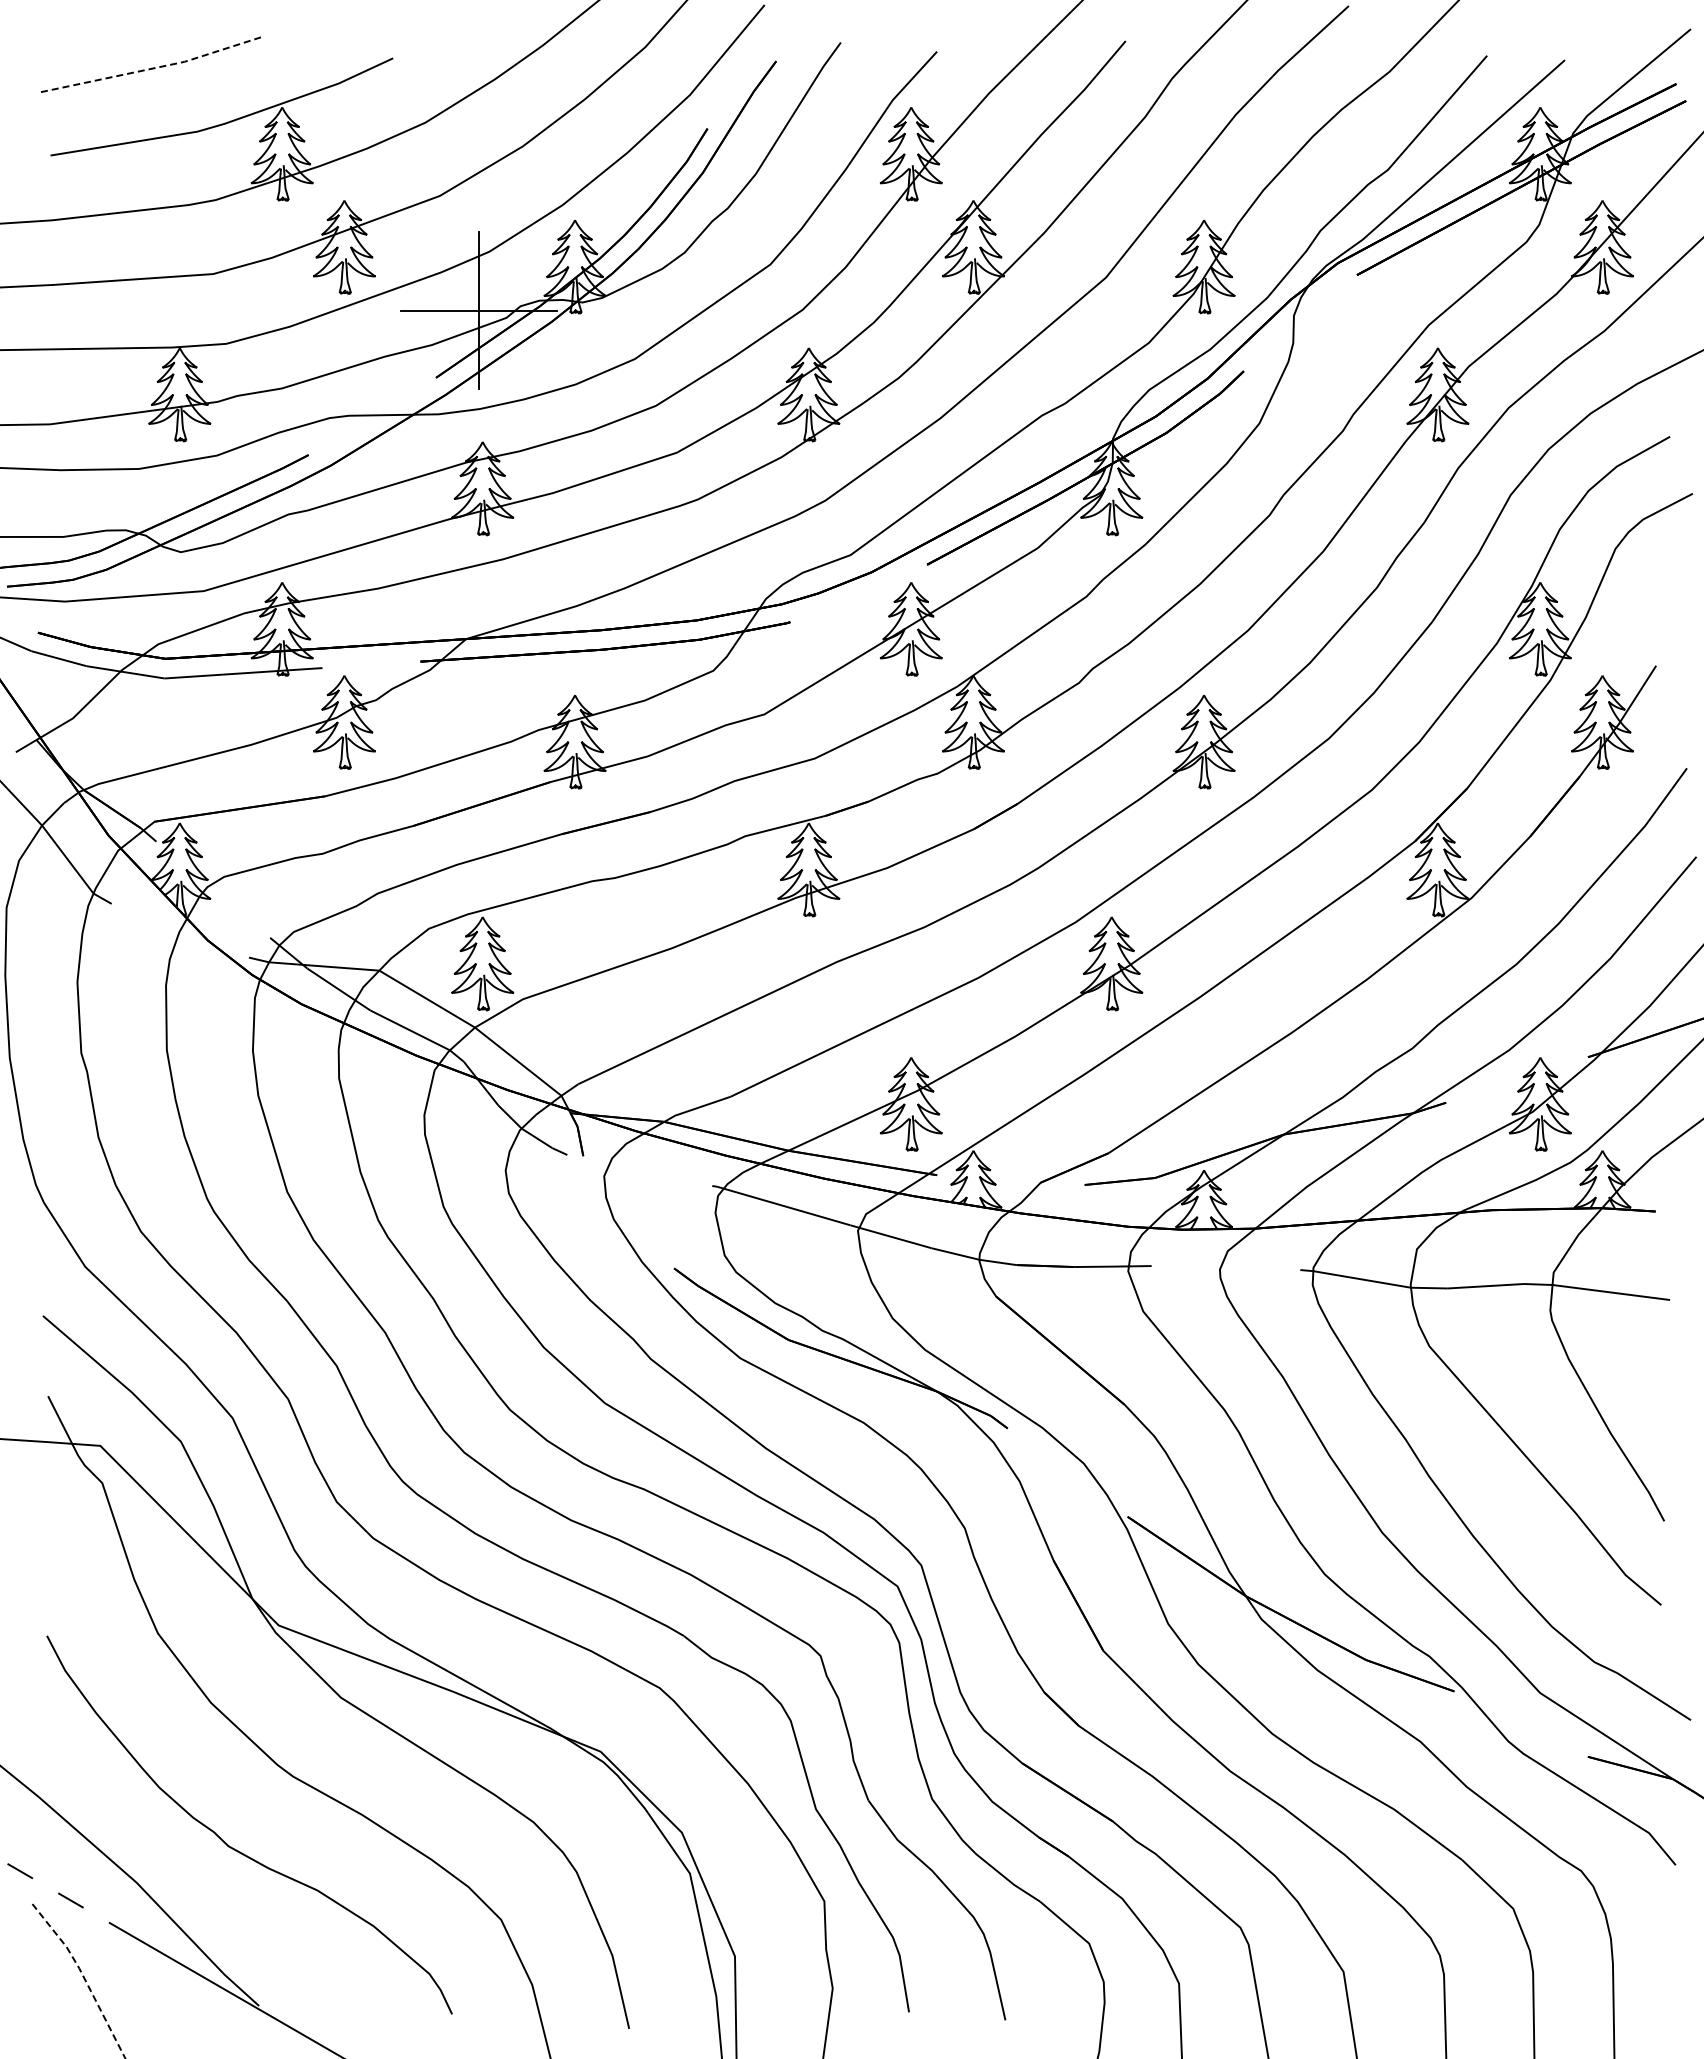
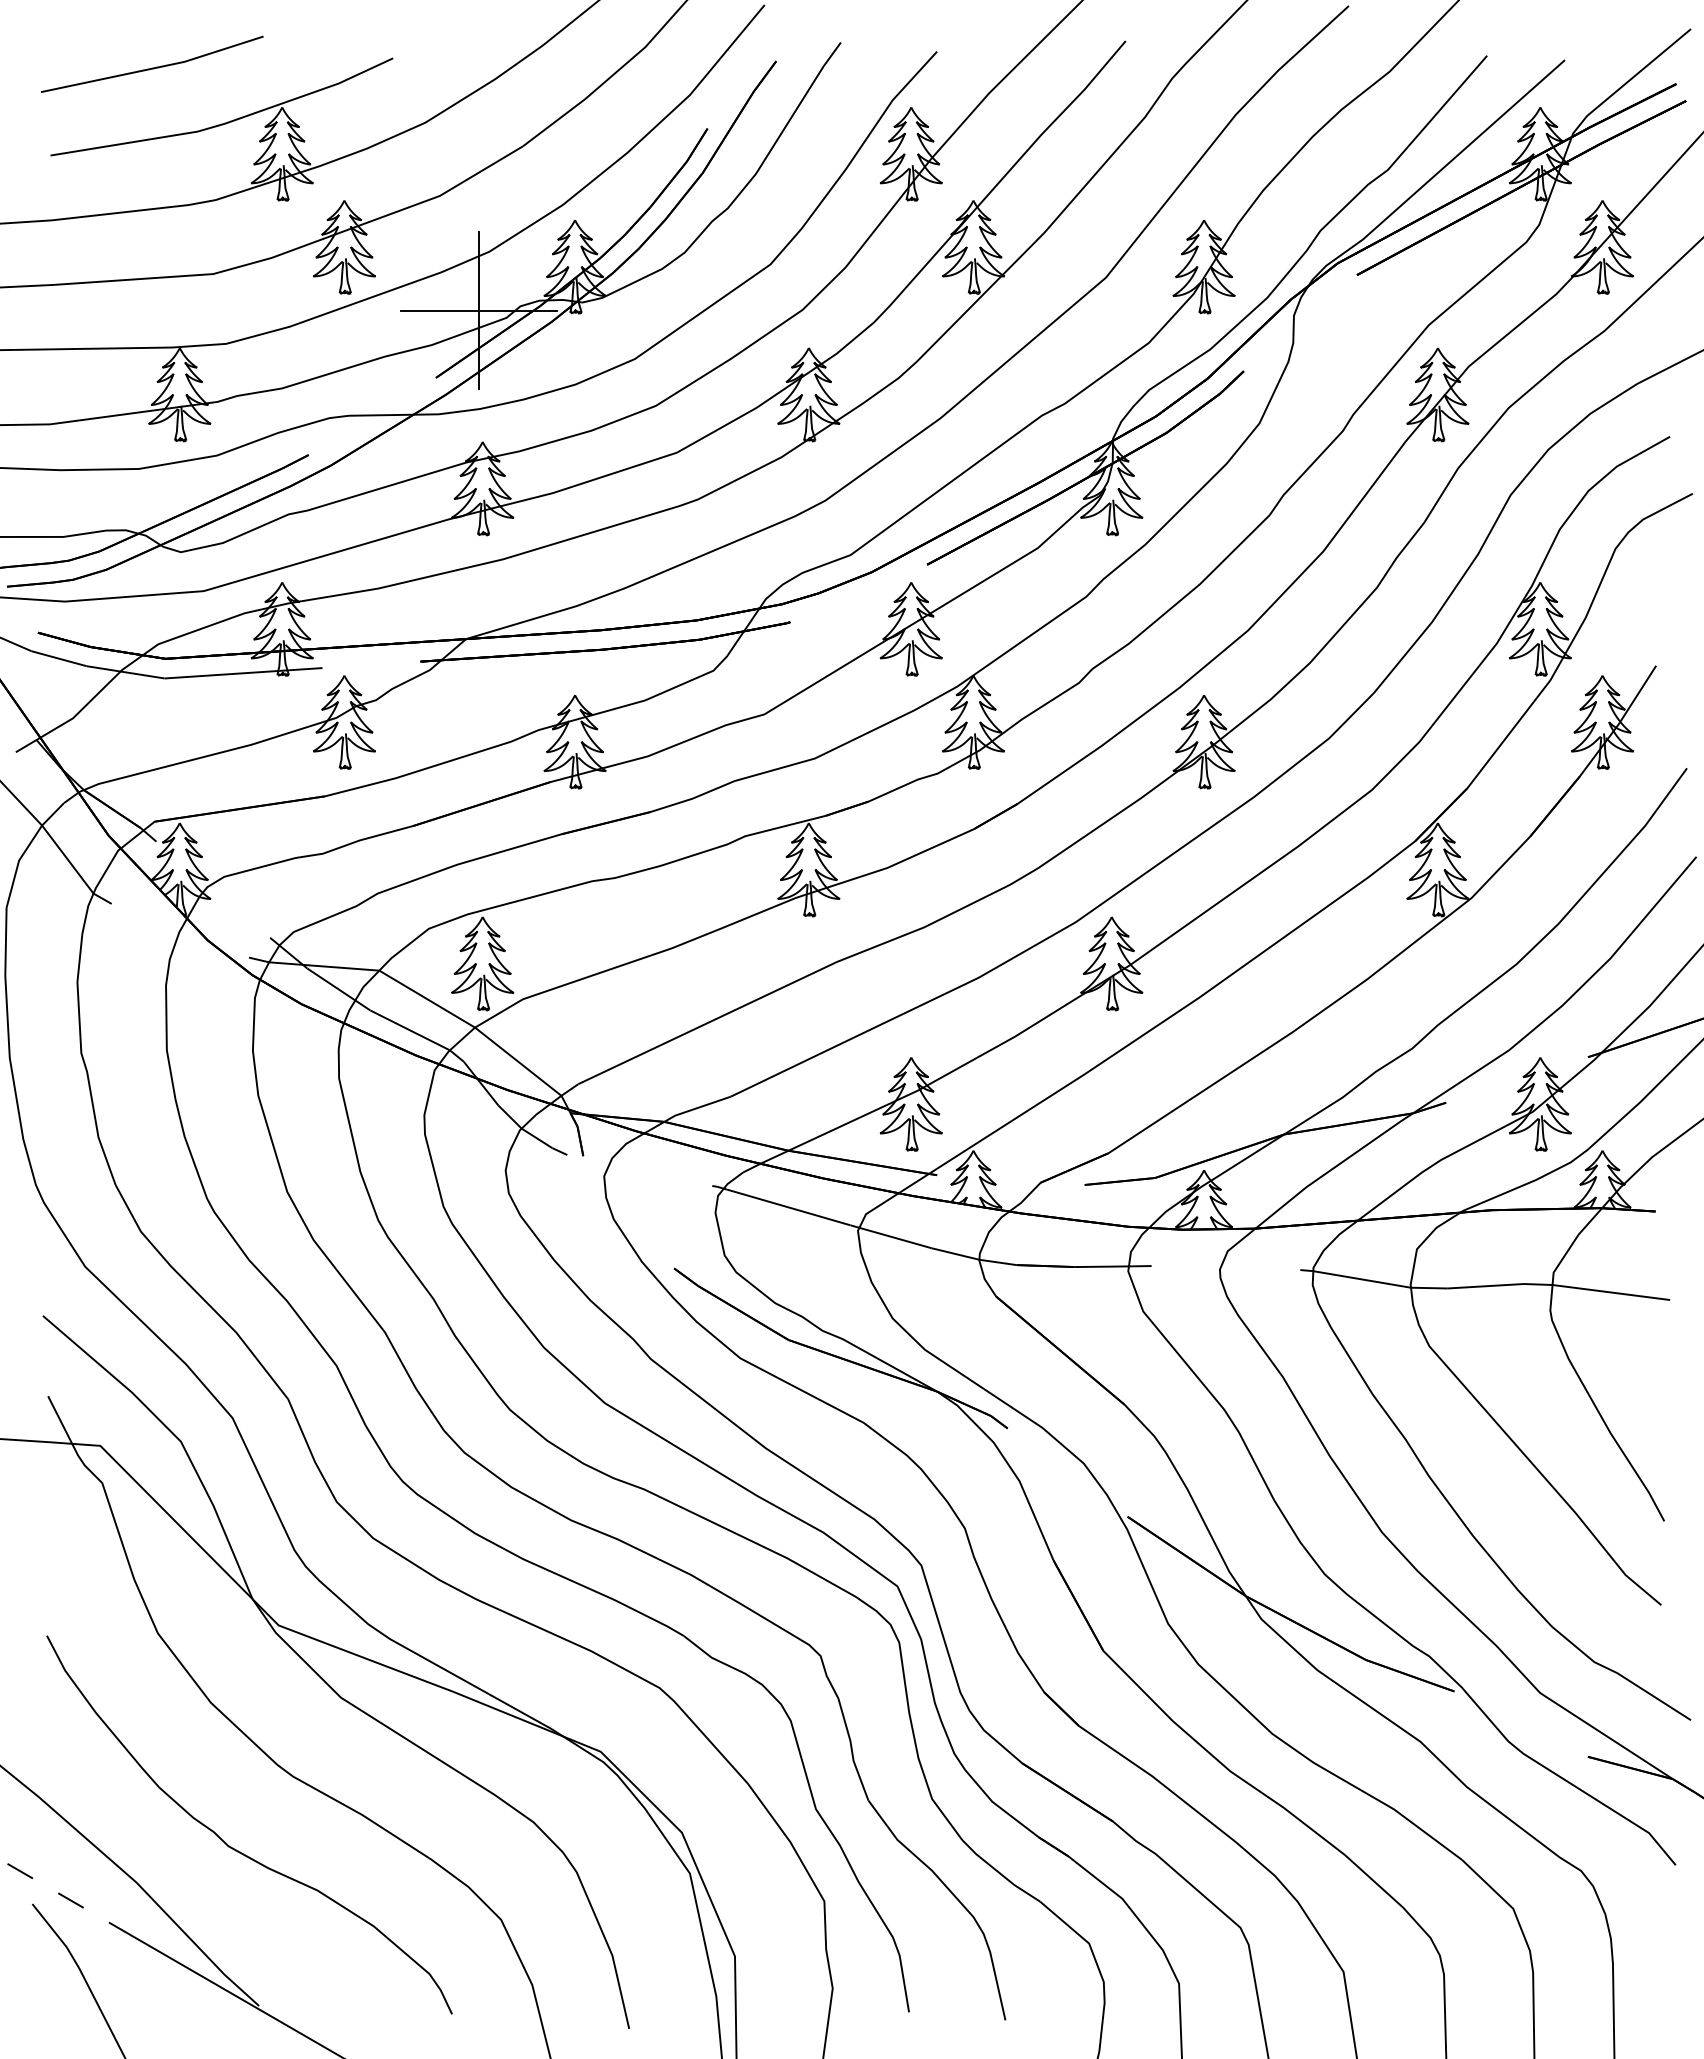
line at (154, 68): dashed -> solid
line at (83, 1977): dashed -> solid
